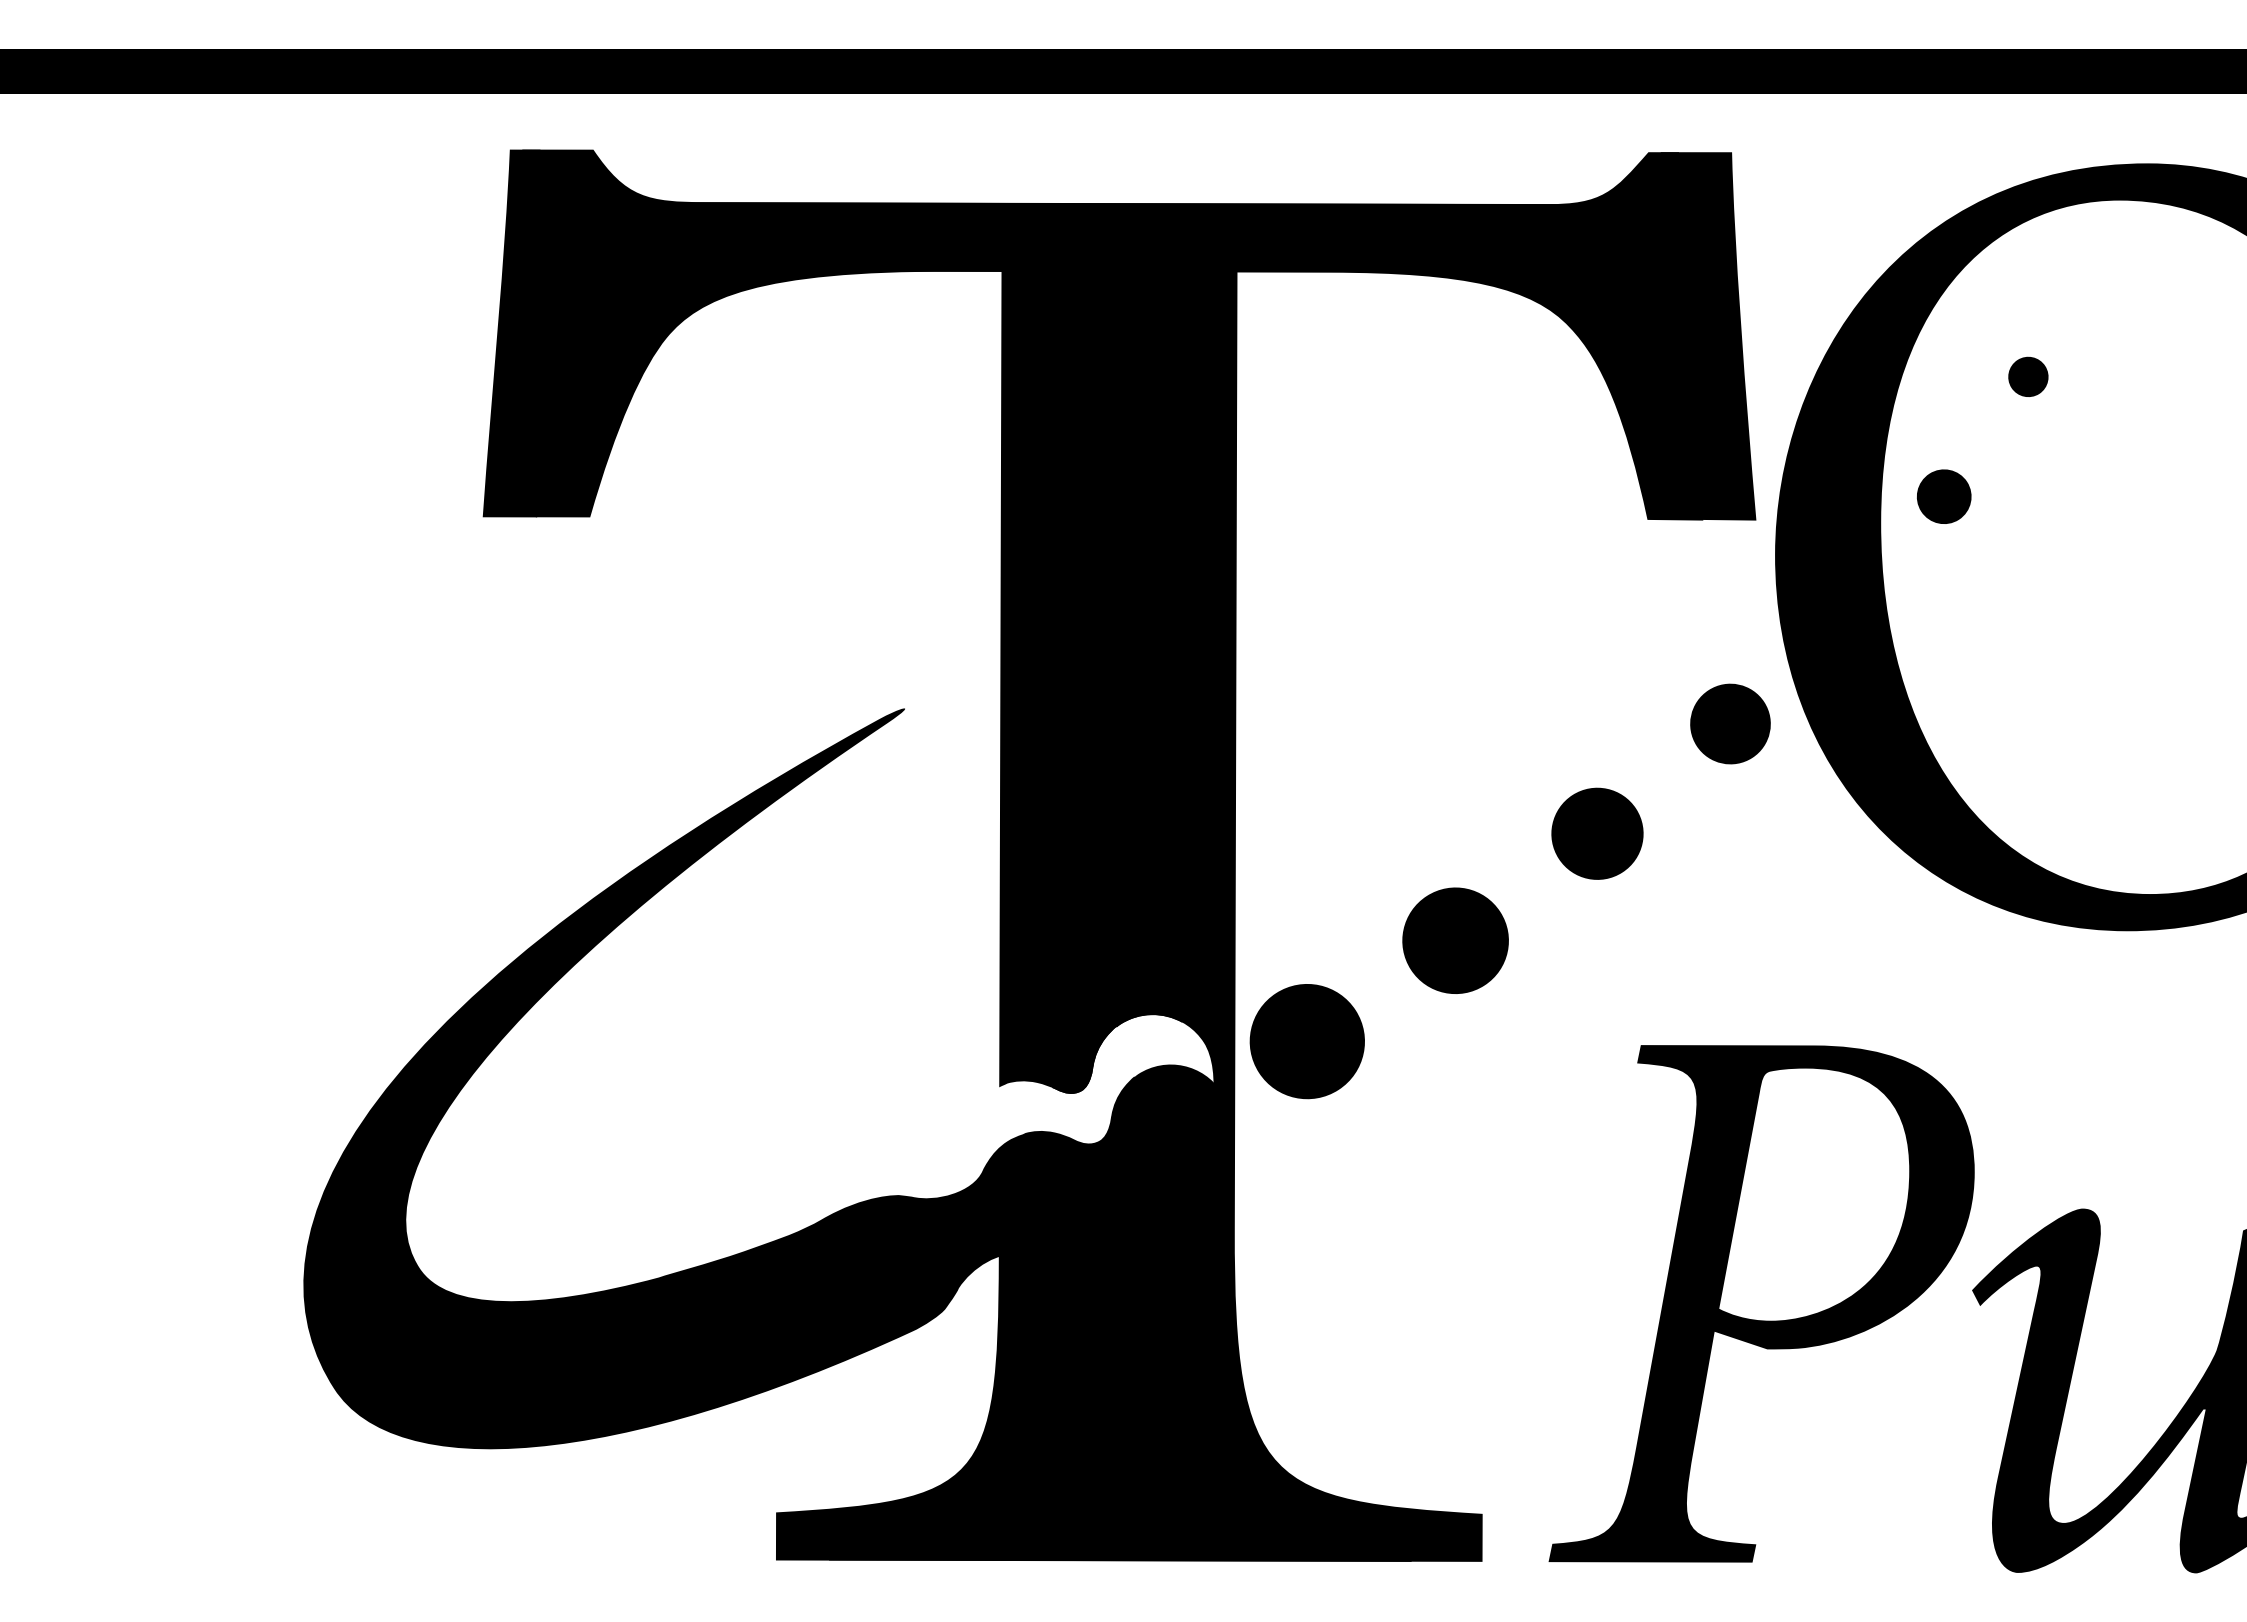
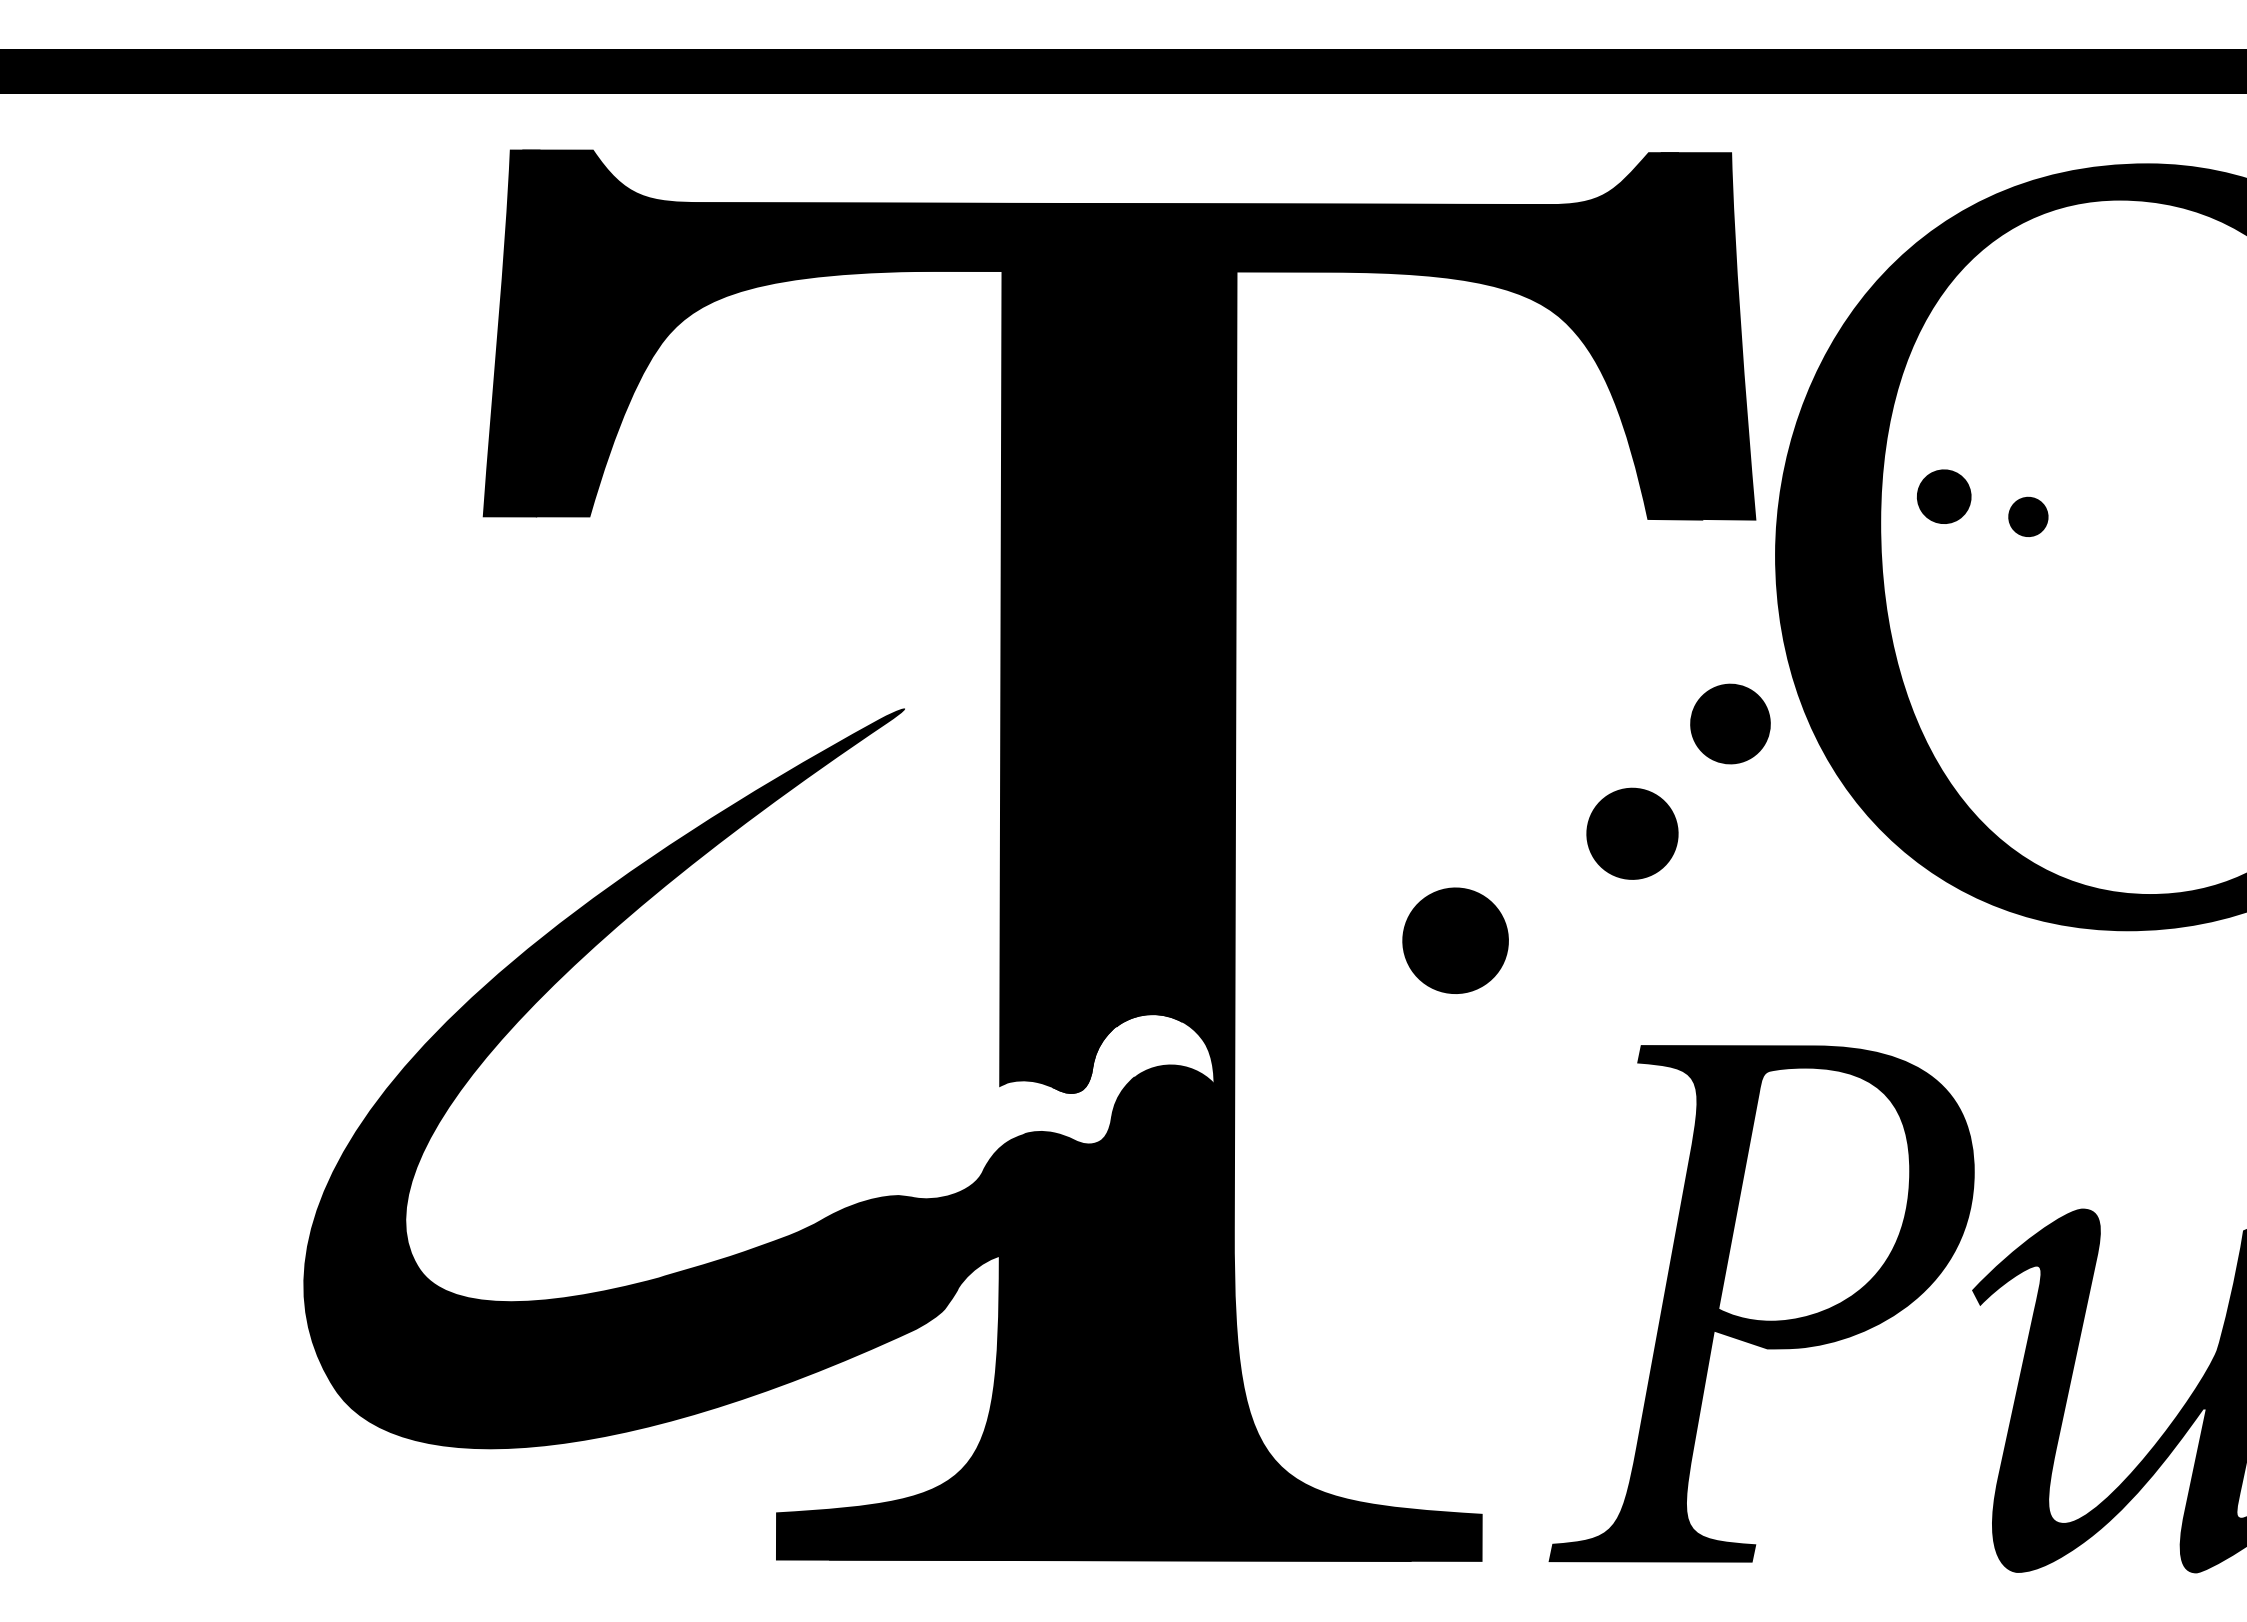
part at (2028, 376) position: (2028, 376) -> (2028, 516)
part at (1597, 833) position: (1597, 833) -> (1632, 833)
fill at (1306, 1041): present -> none
